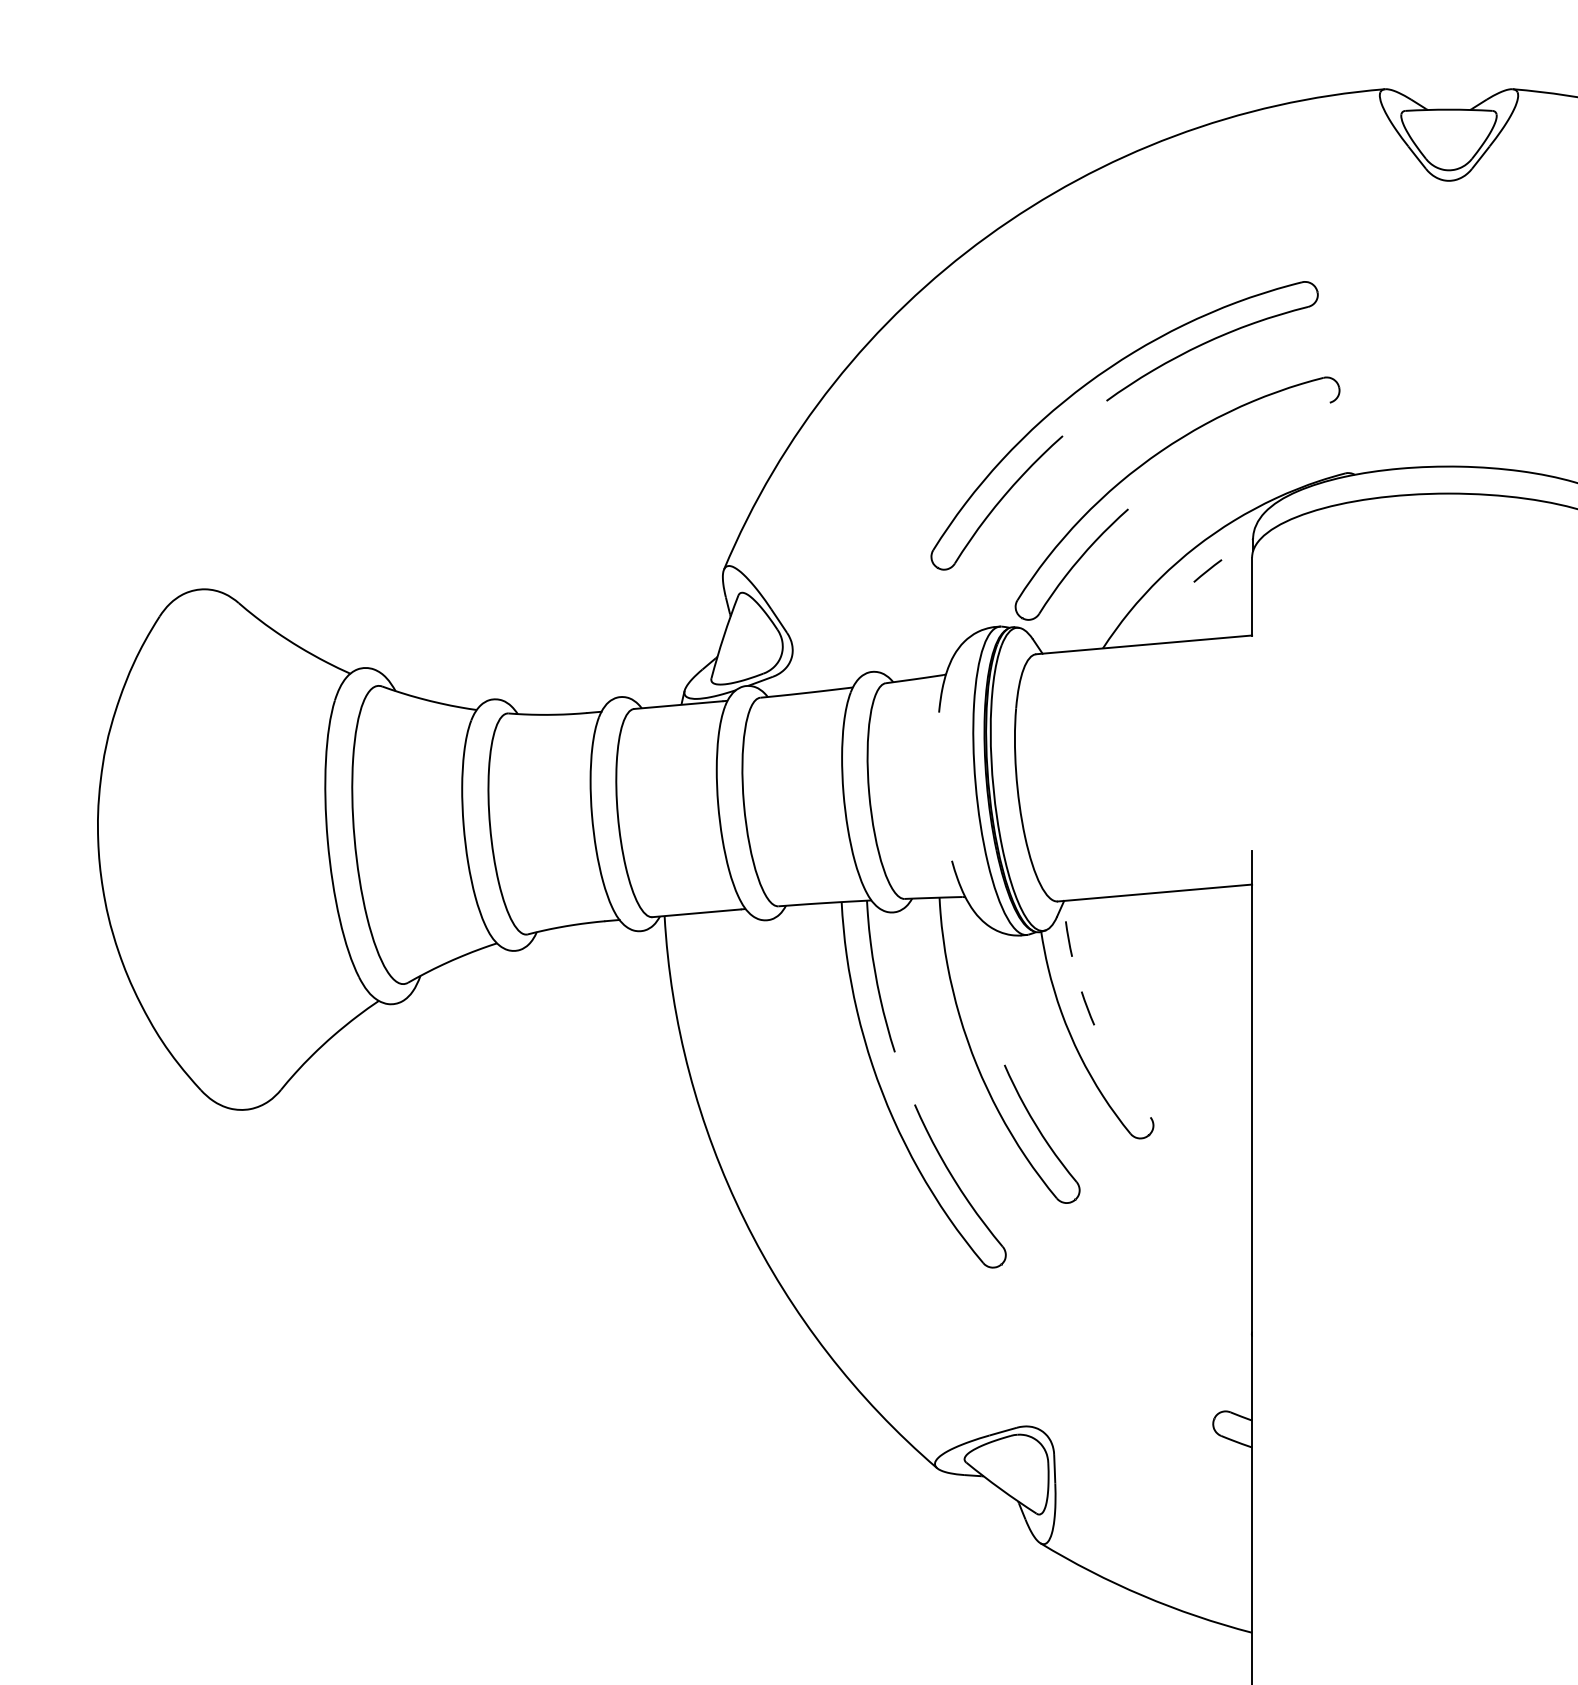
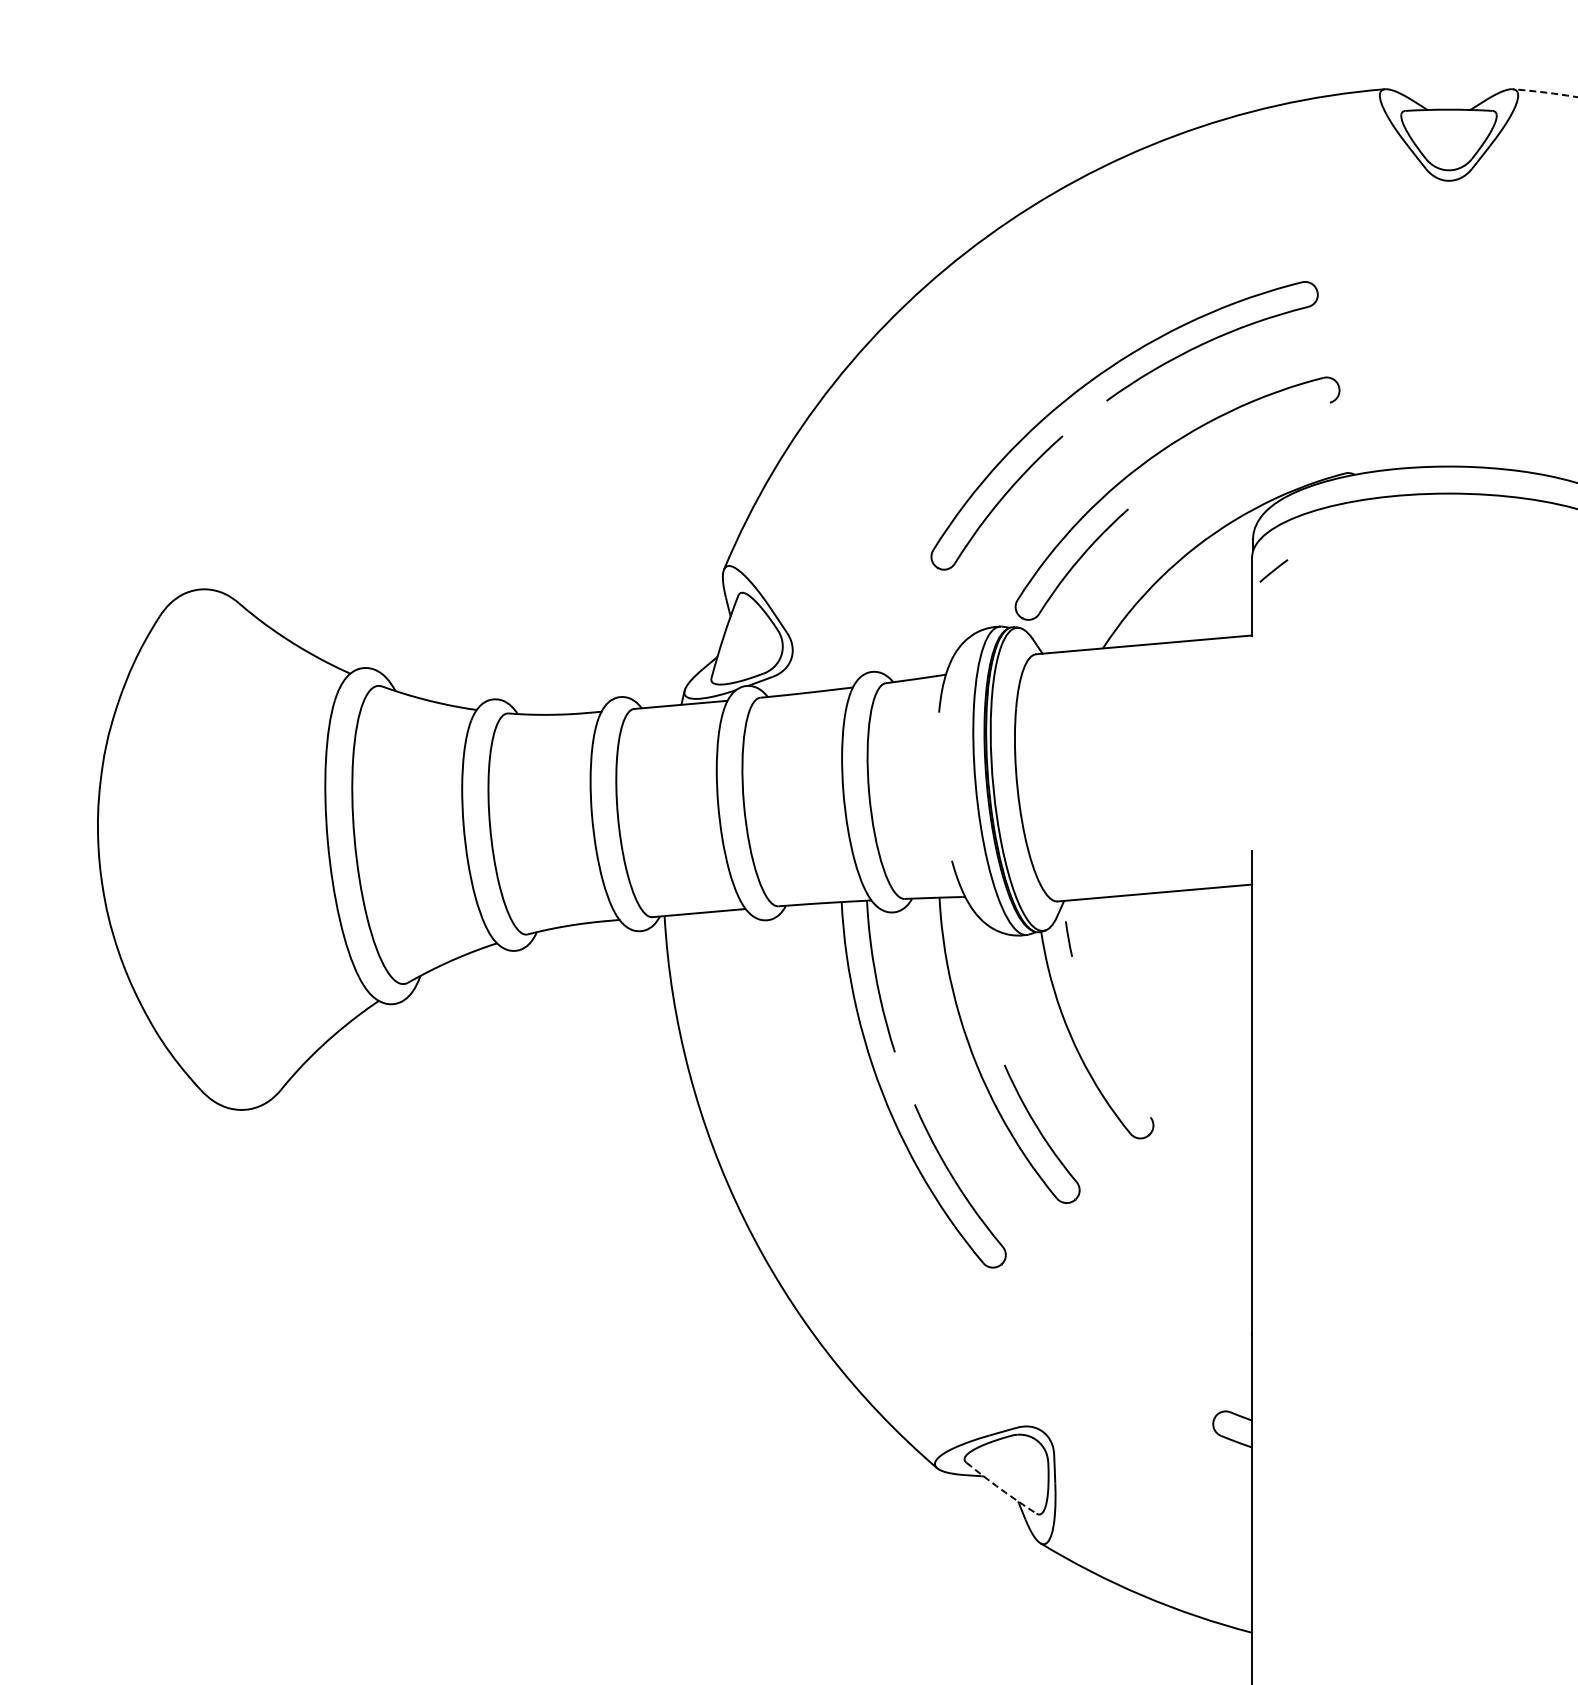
arc at (1544, 92): solid -> dashed
line at (1207, 570) position: (1207, 570) -> (1273, 570)
line at (1087, 1008): present -> none
arc at (1000, 1489): solid -> dashed
